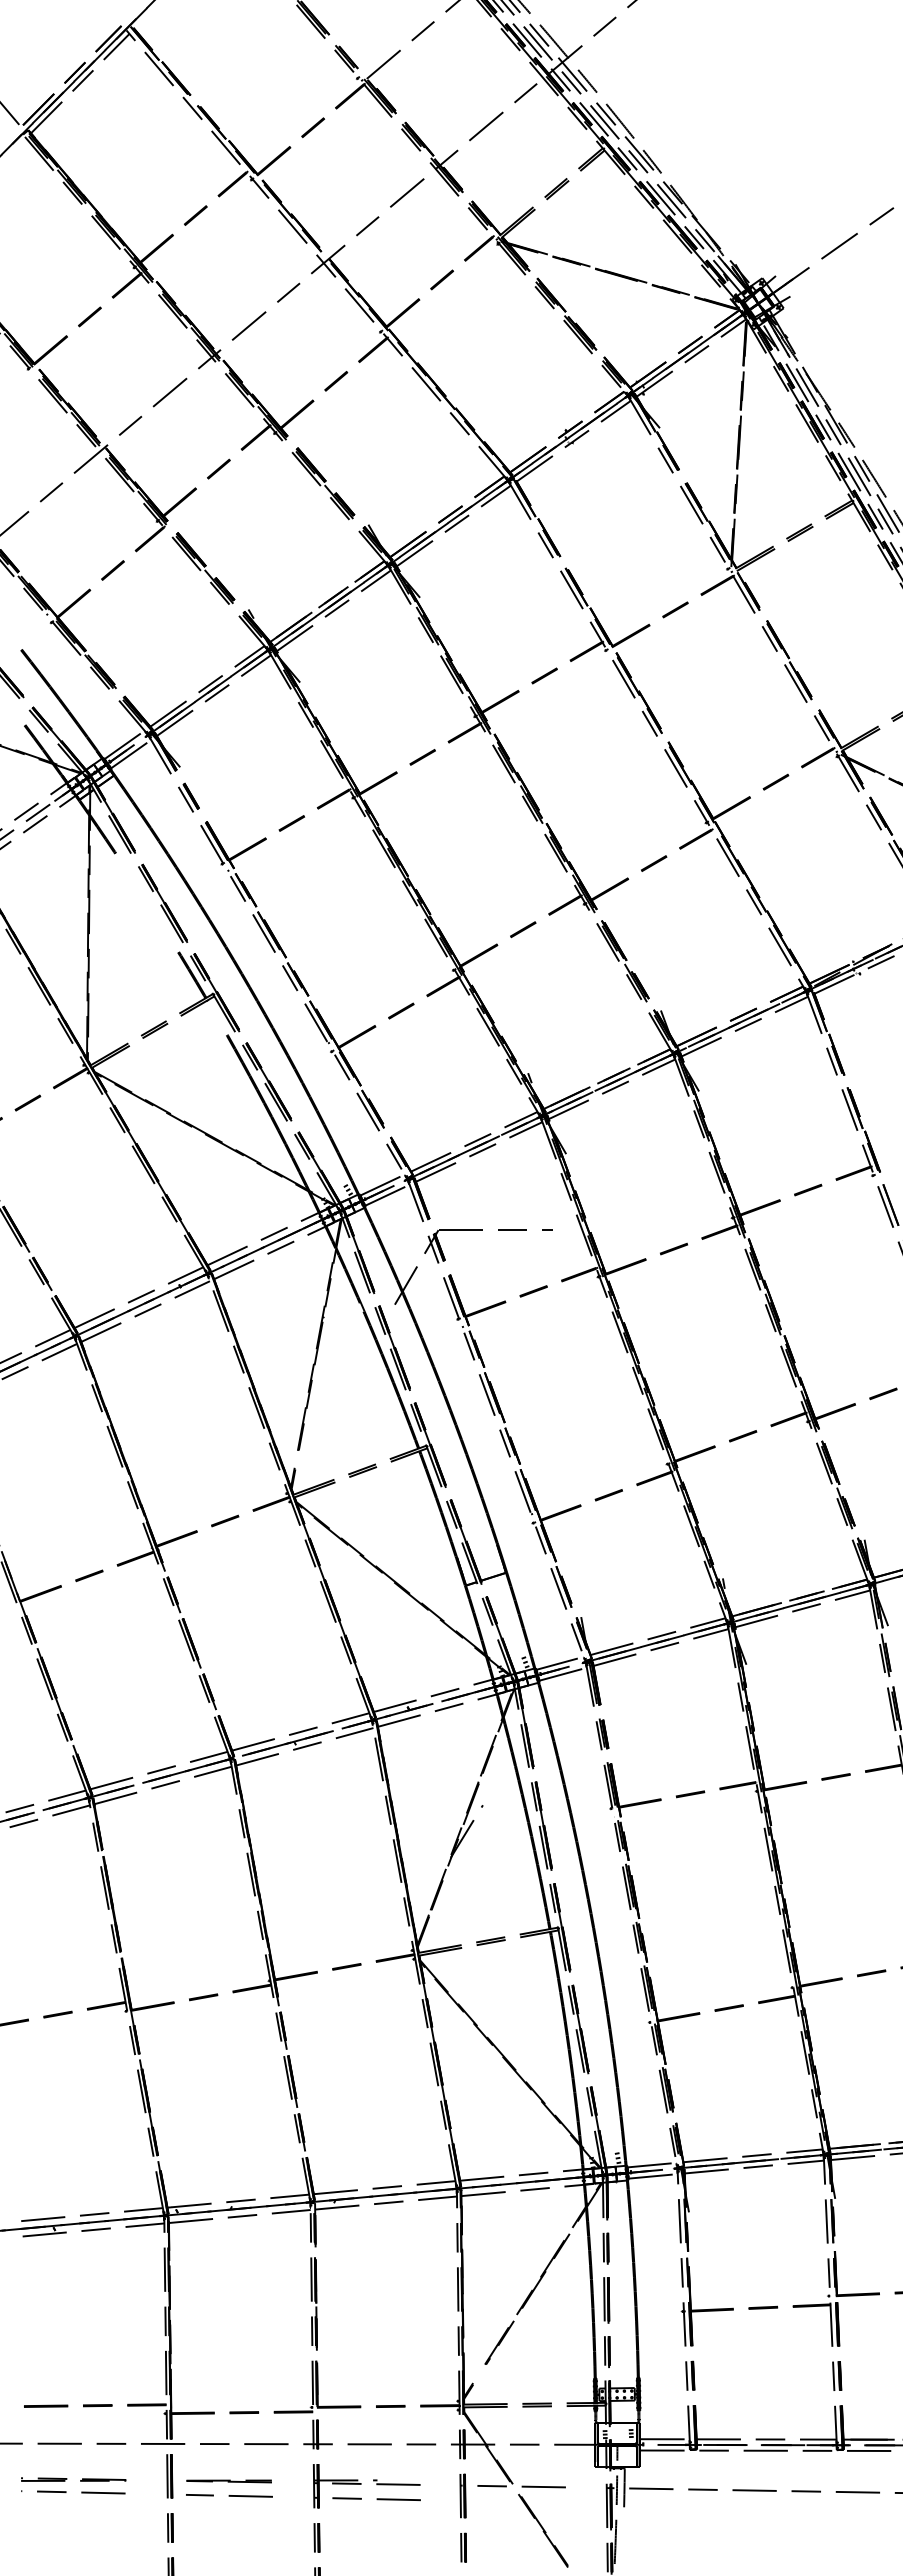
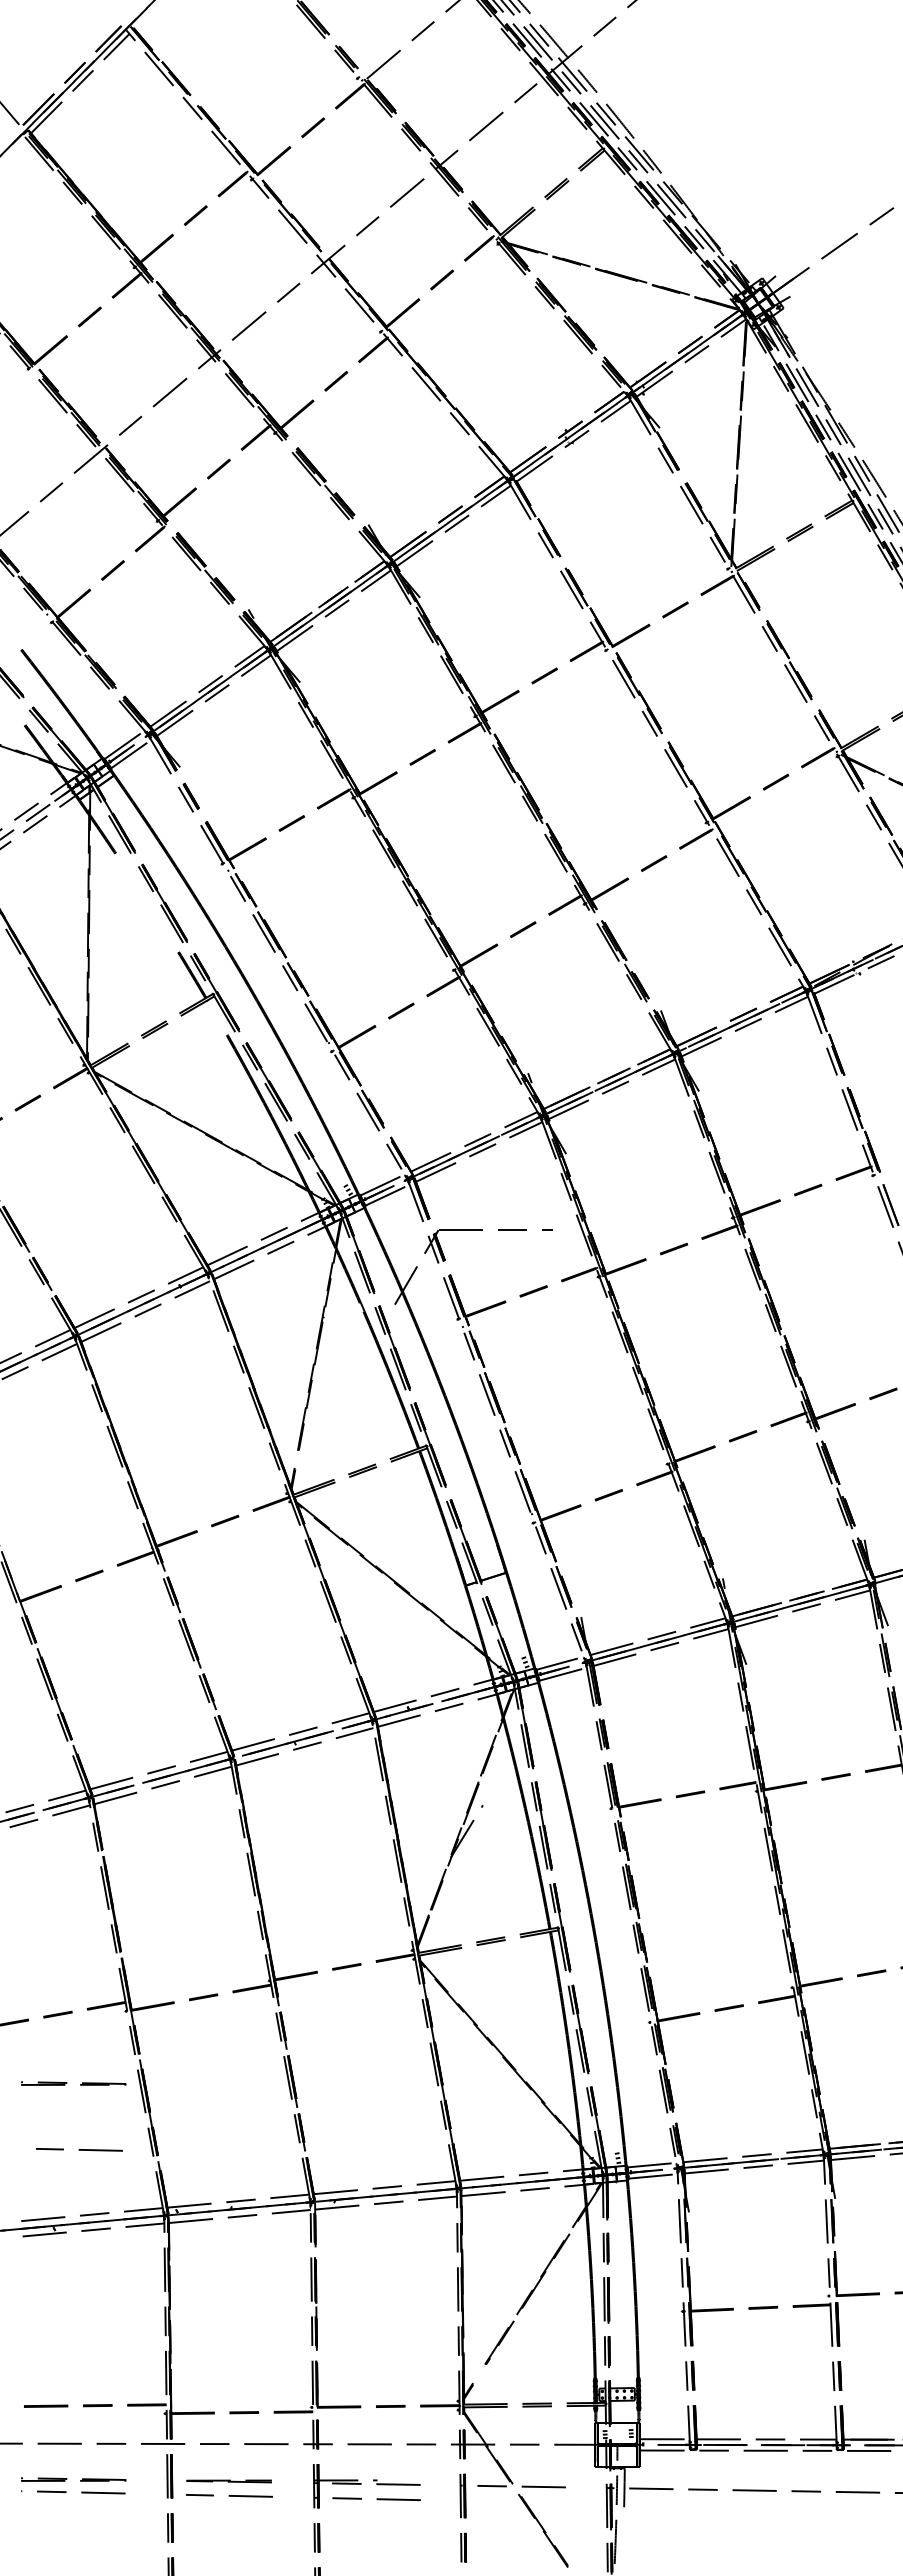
line at (67, 2083): none -> present
line at (79, 2149): none -> present
